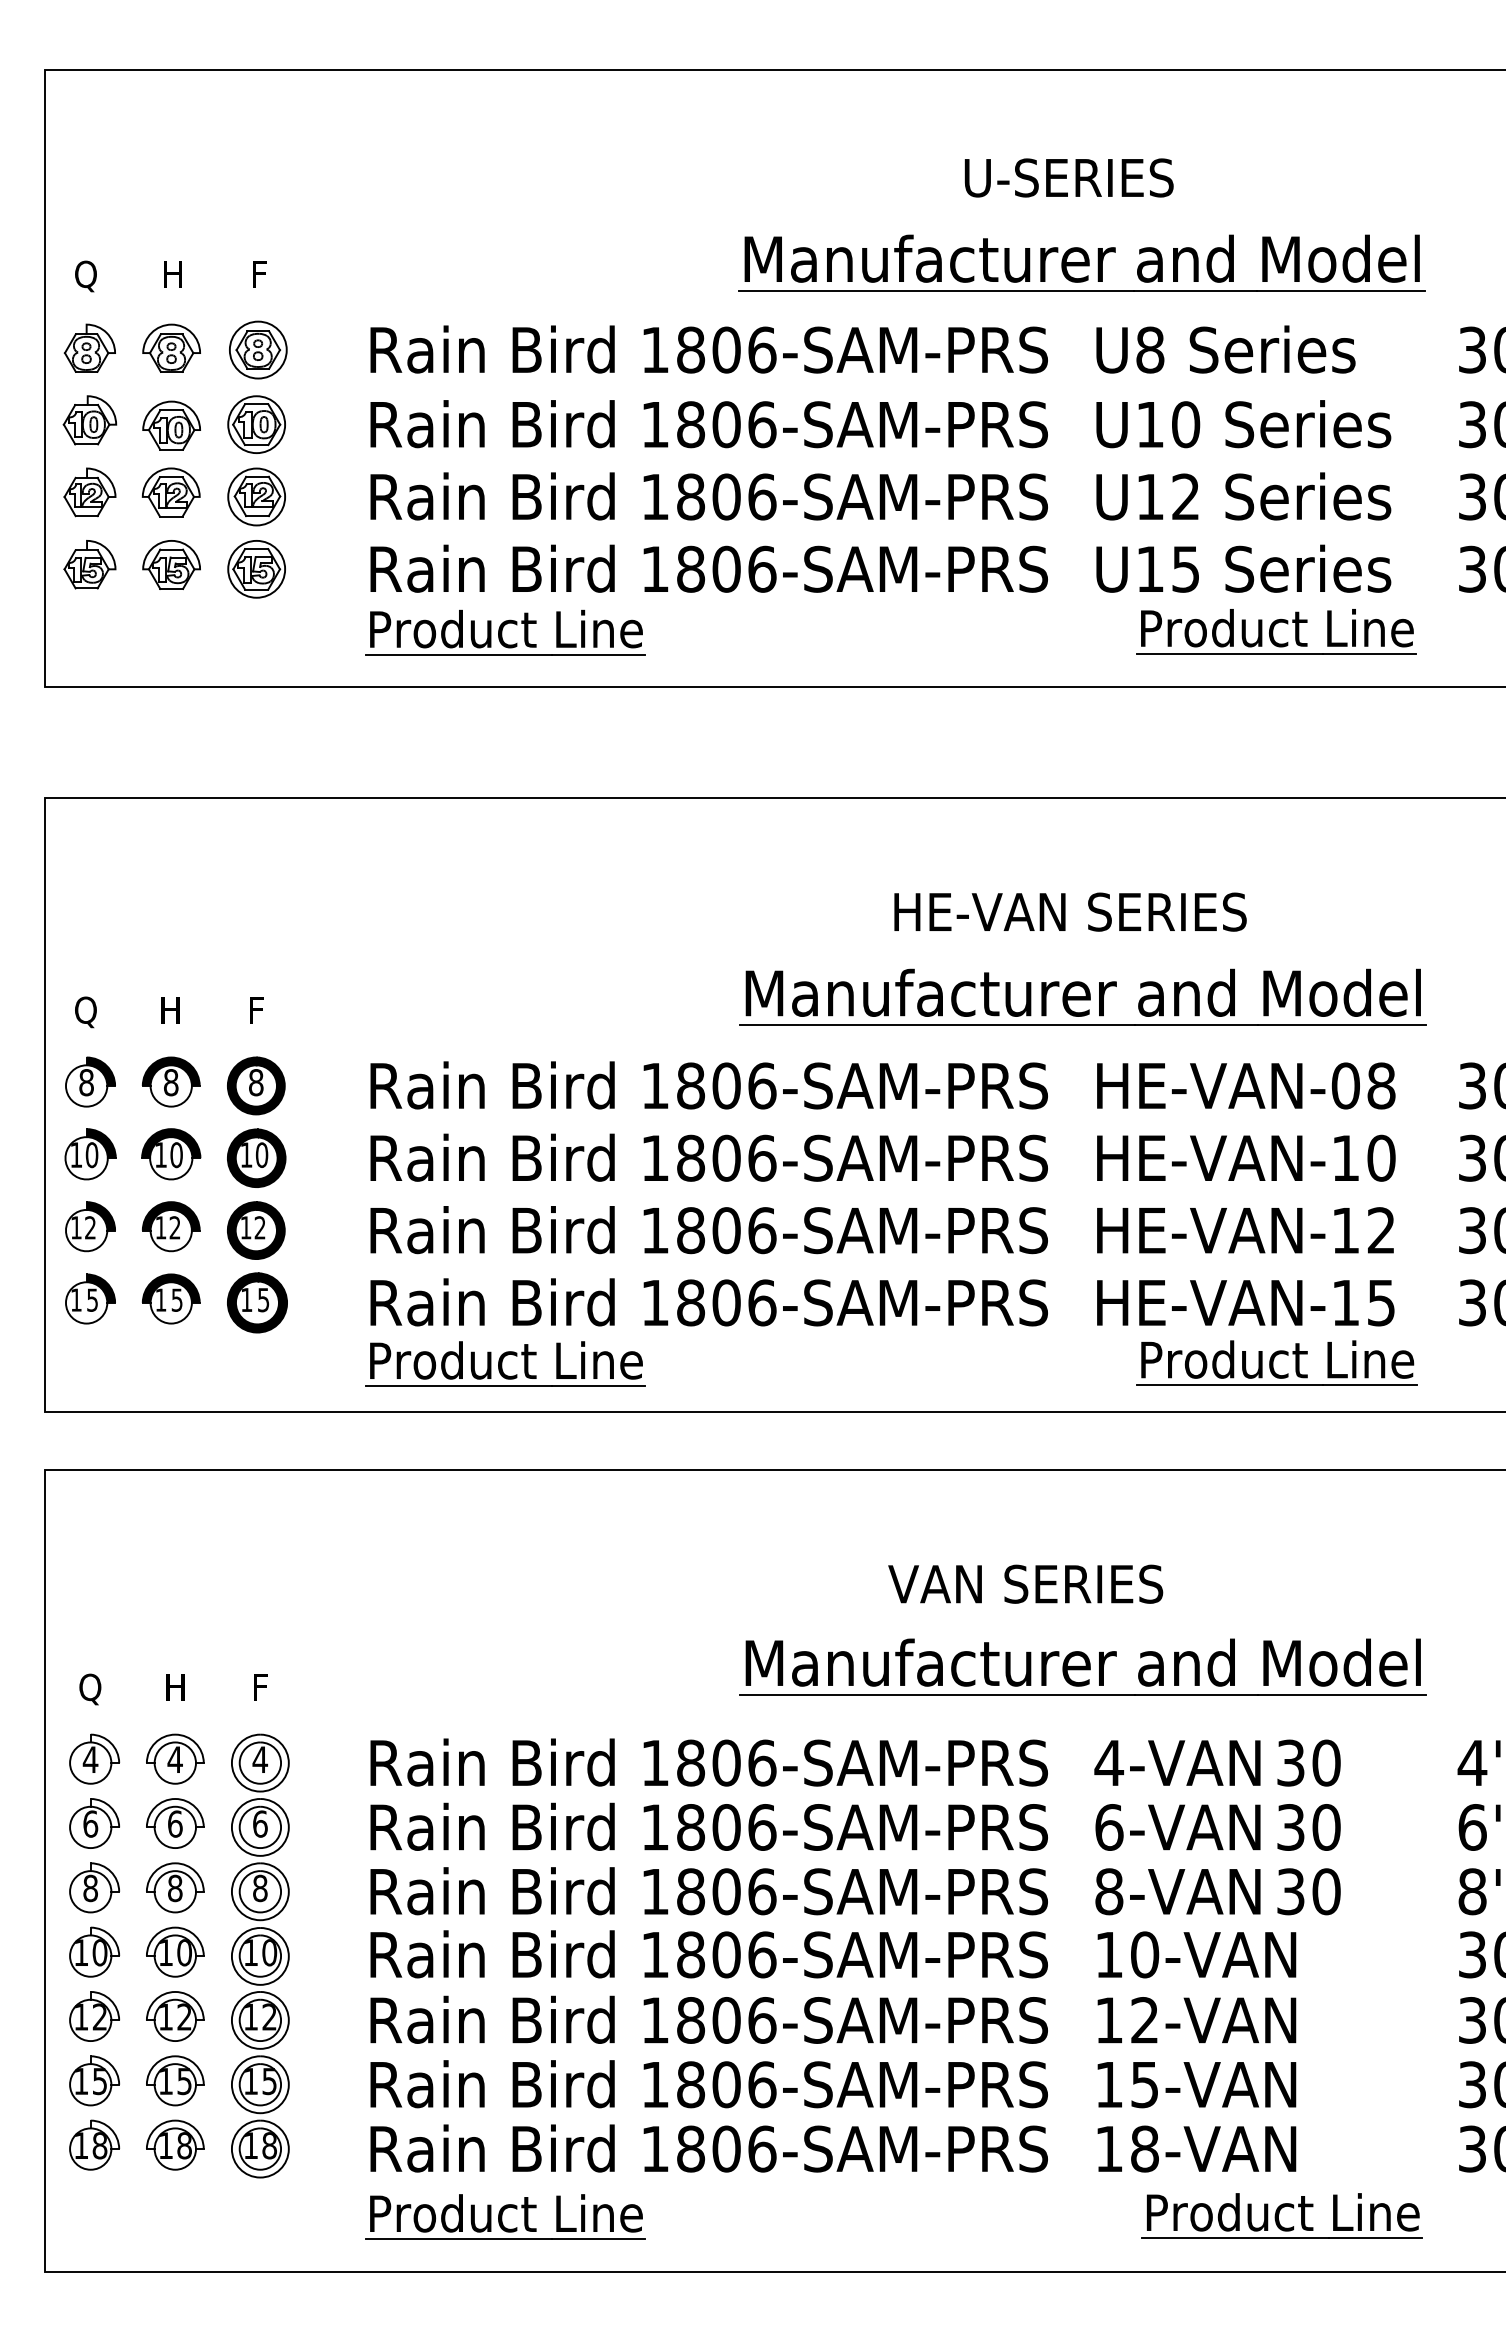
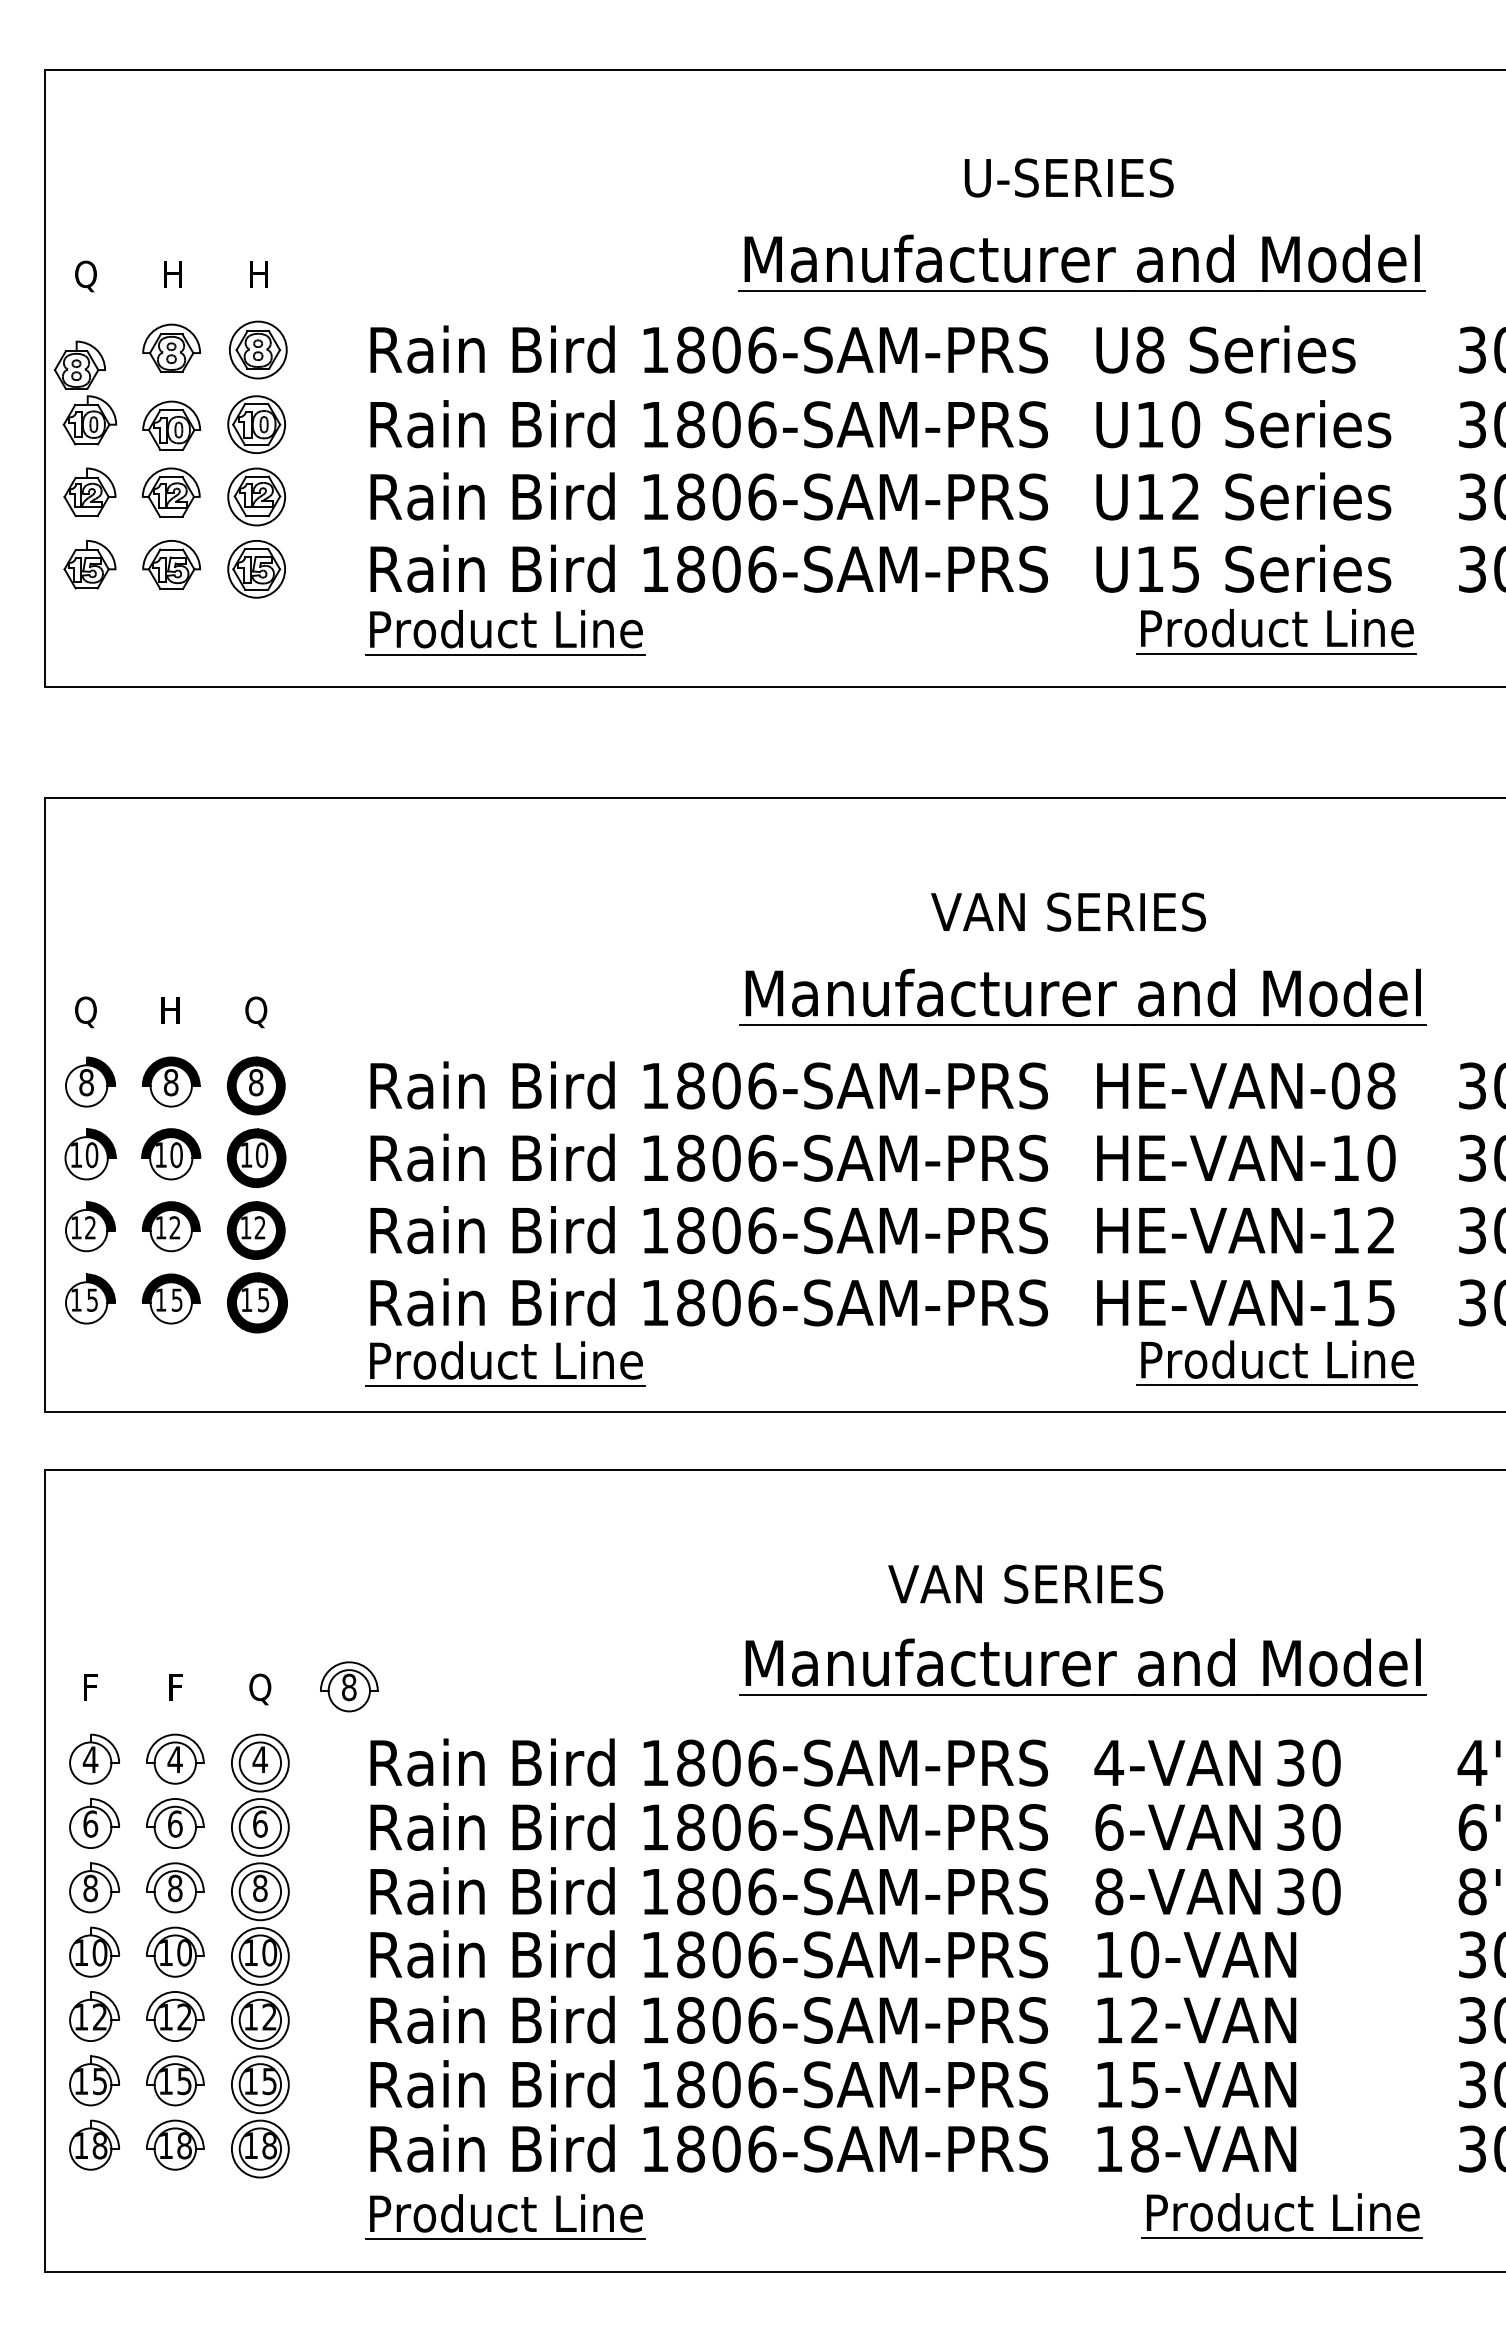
text at (258, 274): F -> H
part at (89, 347) position: (89, 347) -> (79, 364)
text at (1070, 911): HE-VAN SERIES -> VAN SERIES
text at (256, 1012): F -> Q
part at (349, 1686): none -> present
text at (175, 1687): H -> F
text at (90, 1689): Q -> F
text at (260, 1689): F -> Q
